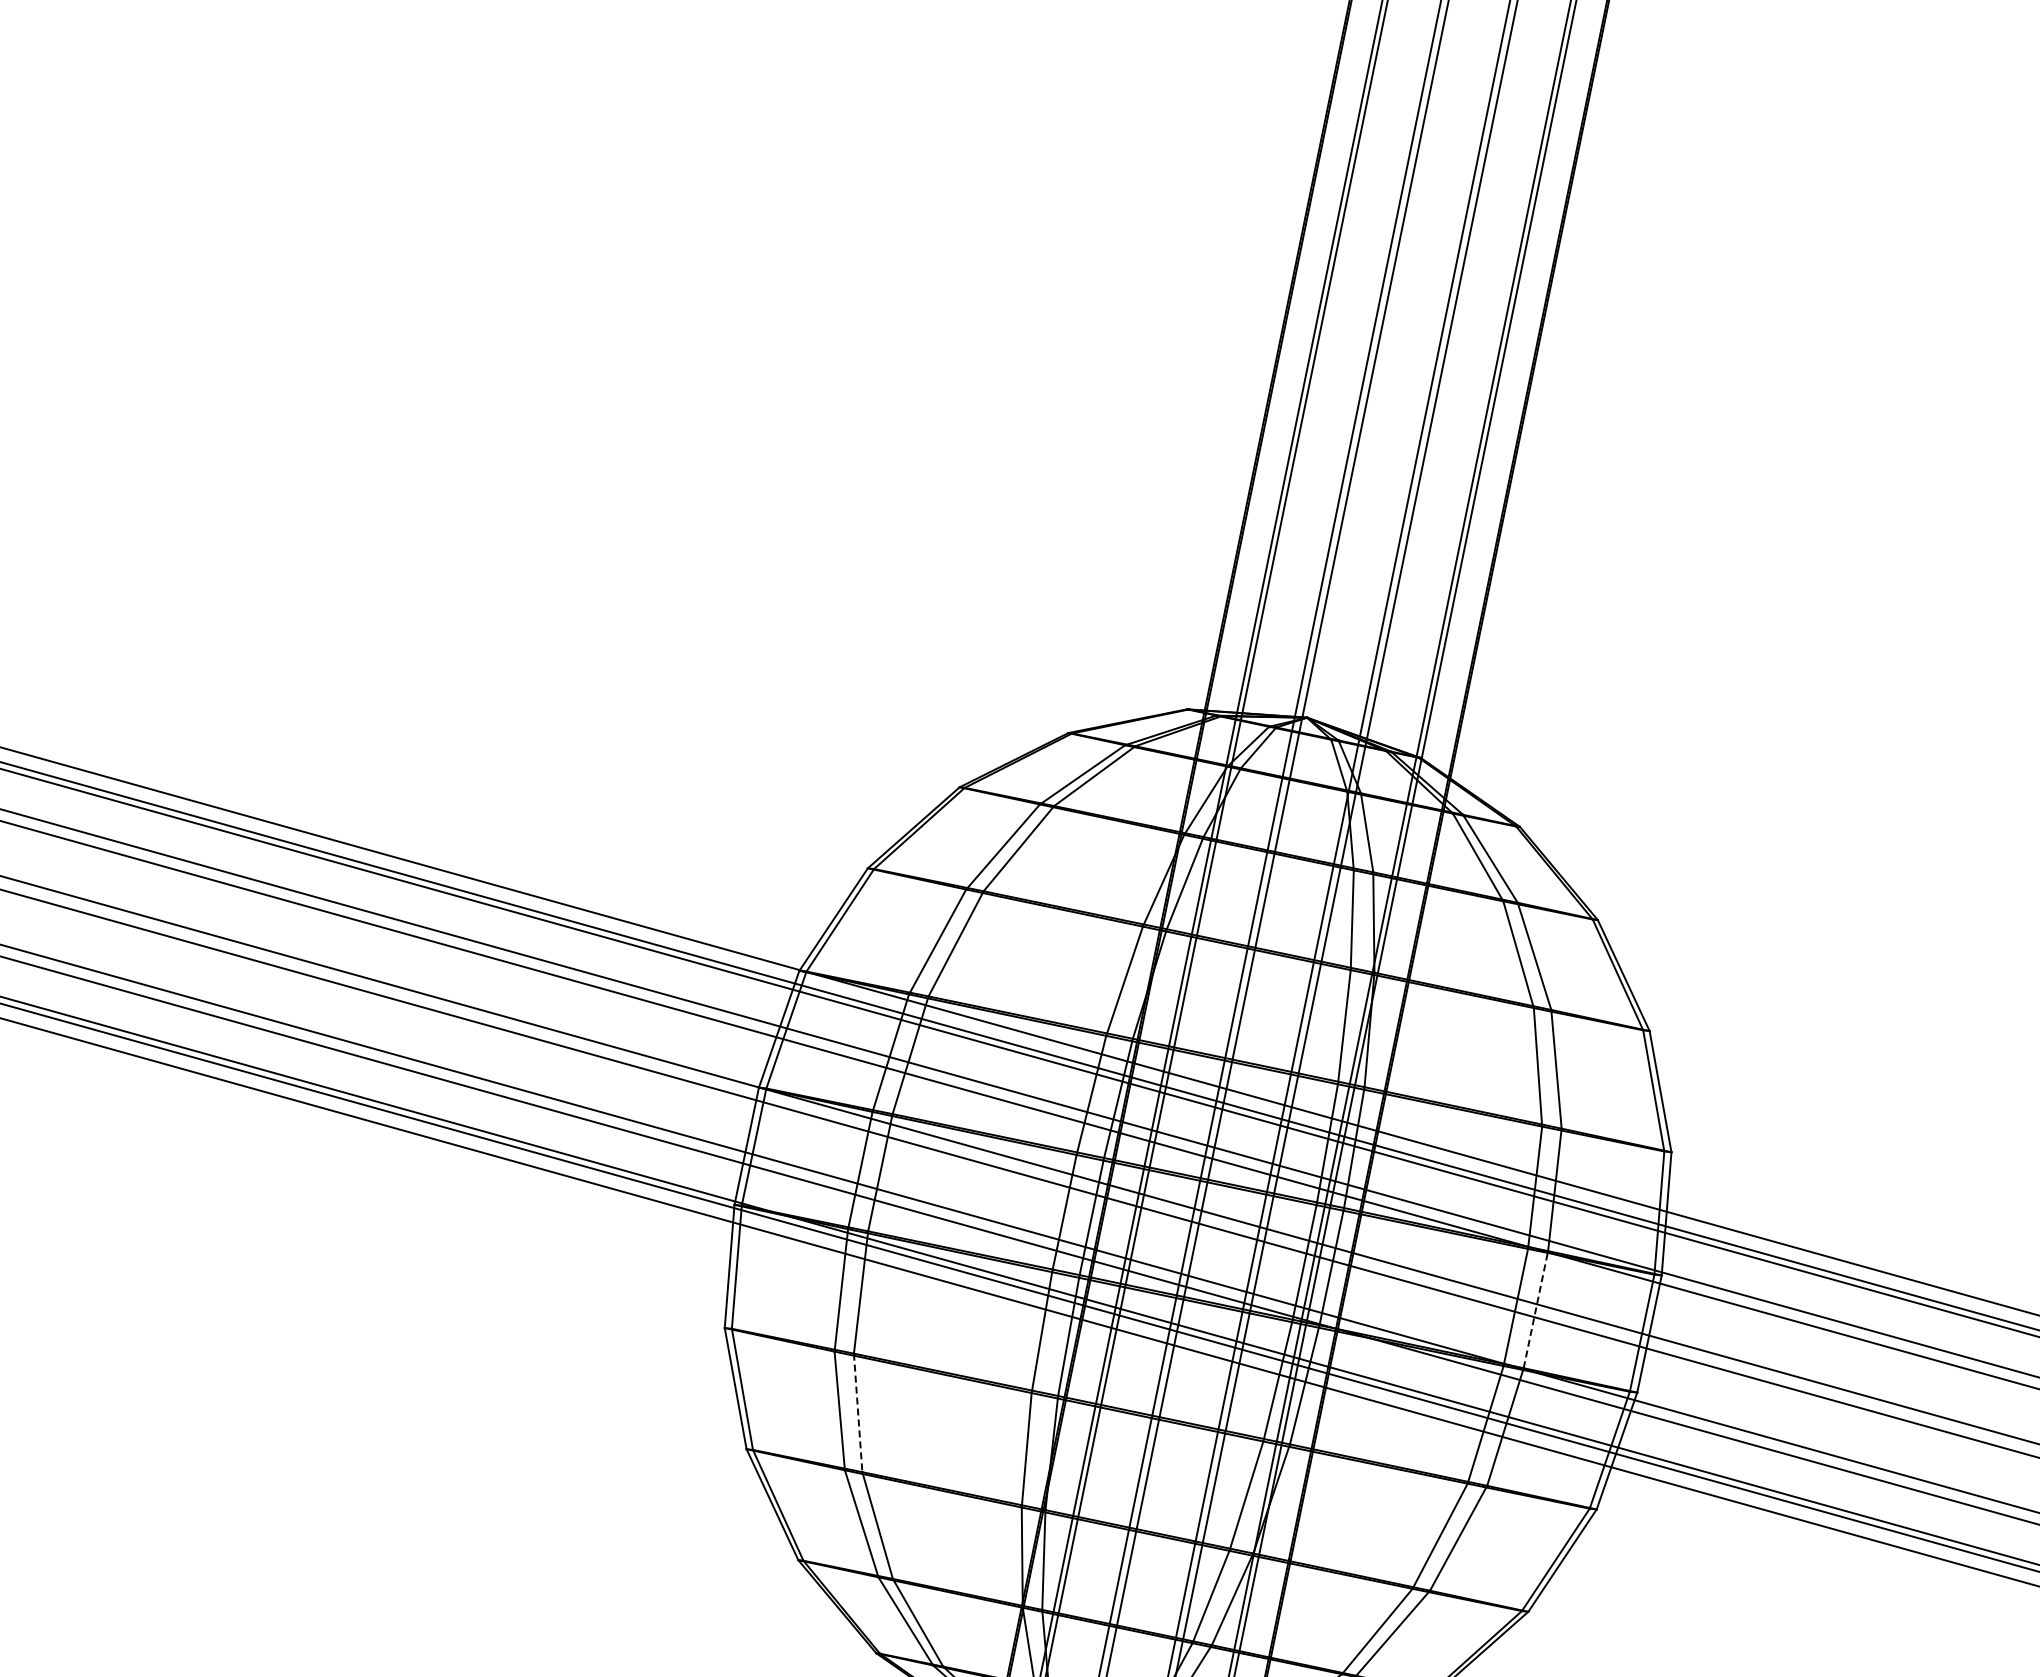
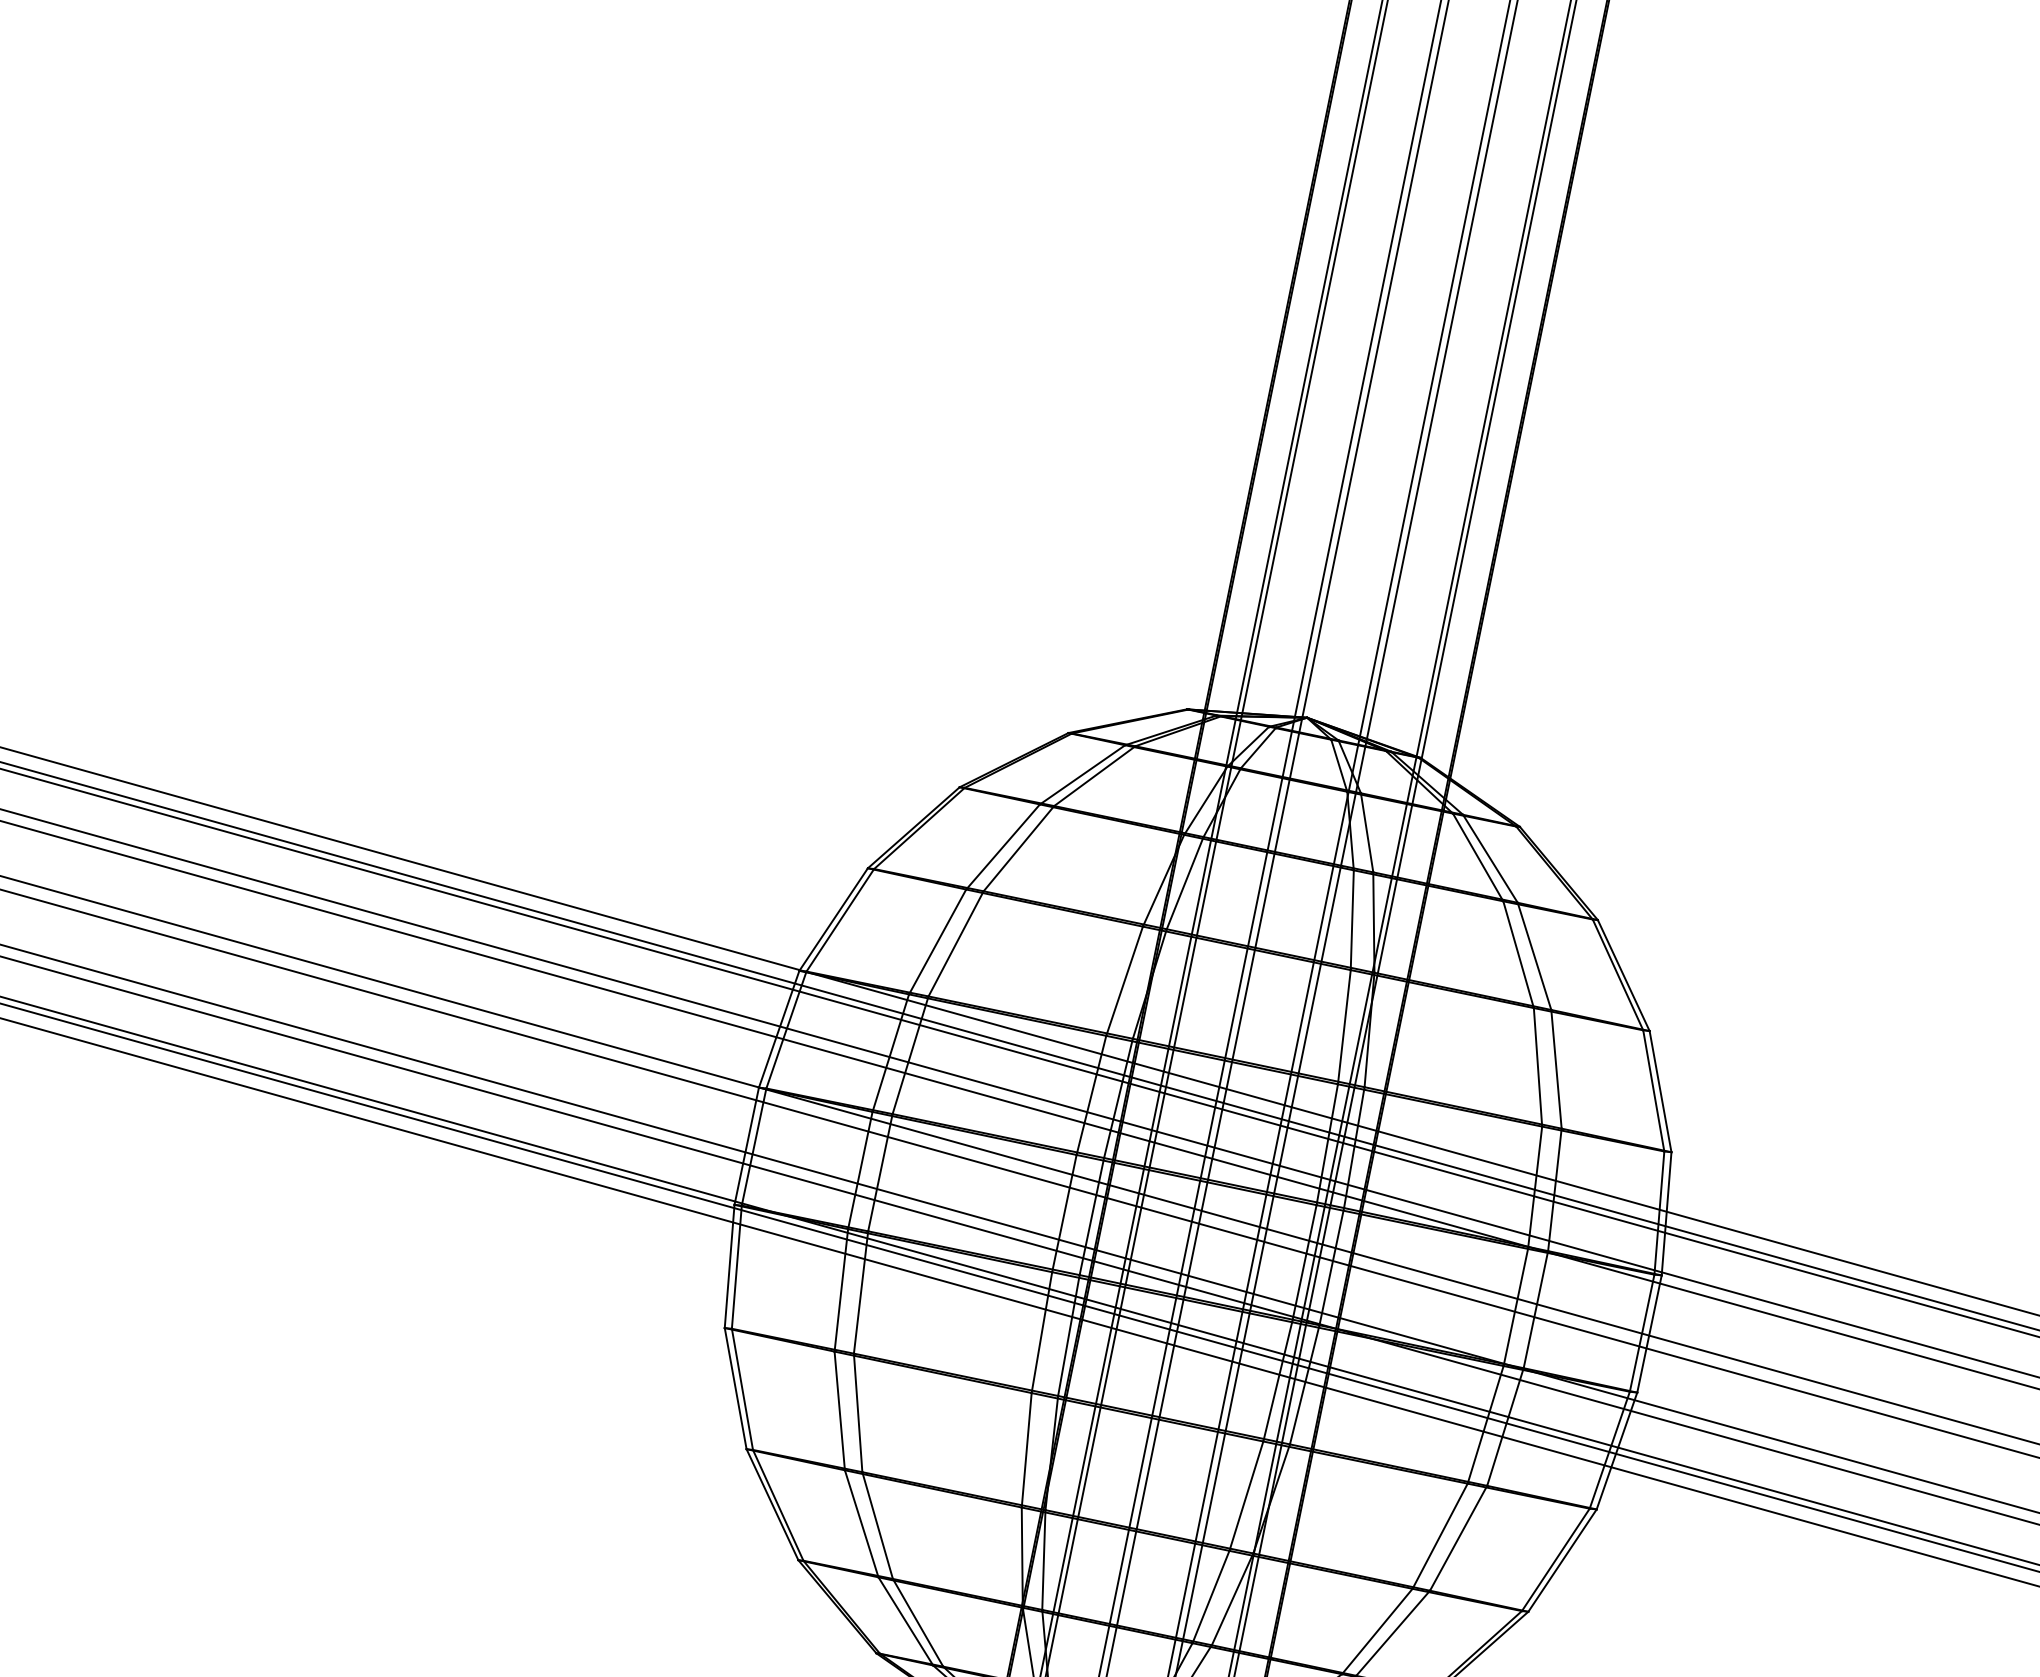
line at (1535, 1309): dashed -> solid
line at (858, 1413): dashed -> solid
